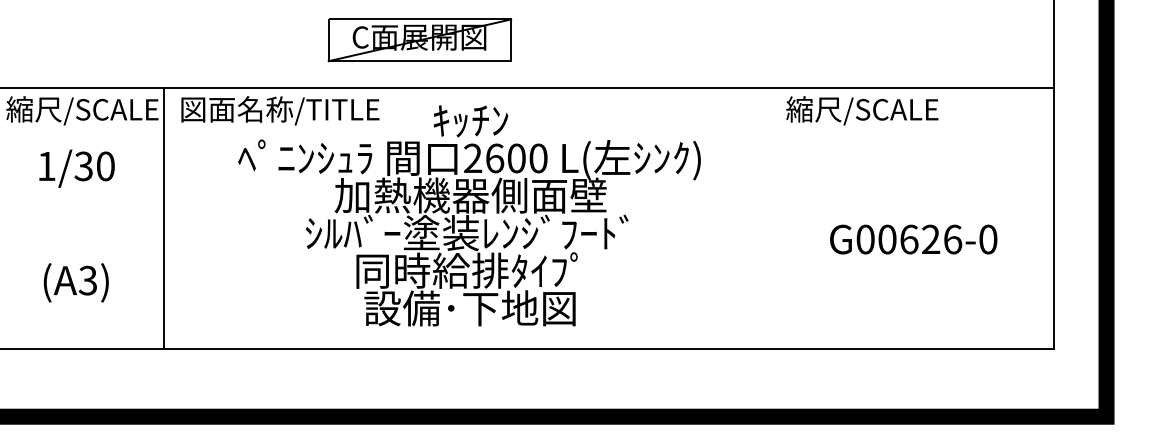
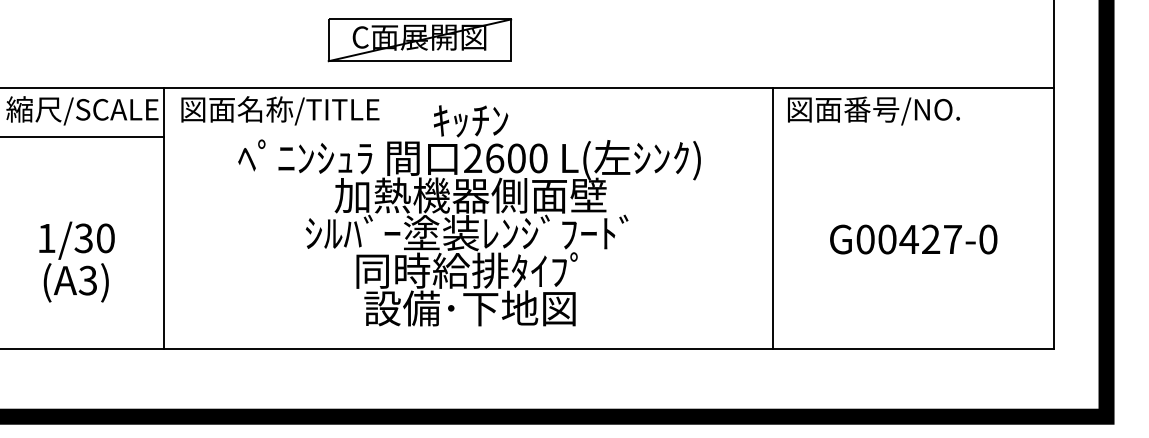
text at (872, 110): 縮尺/SCALE -> 図面番号/NO.
line at (82, 137): none -> present
text at (76, 168) position: (76, 168) -> (76, 240)
line at (772, 218): none -> present
text at (930, 239): G00626-0 -> G00427-0
